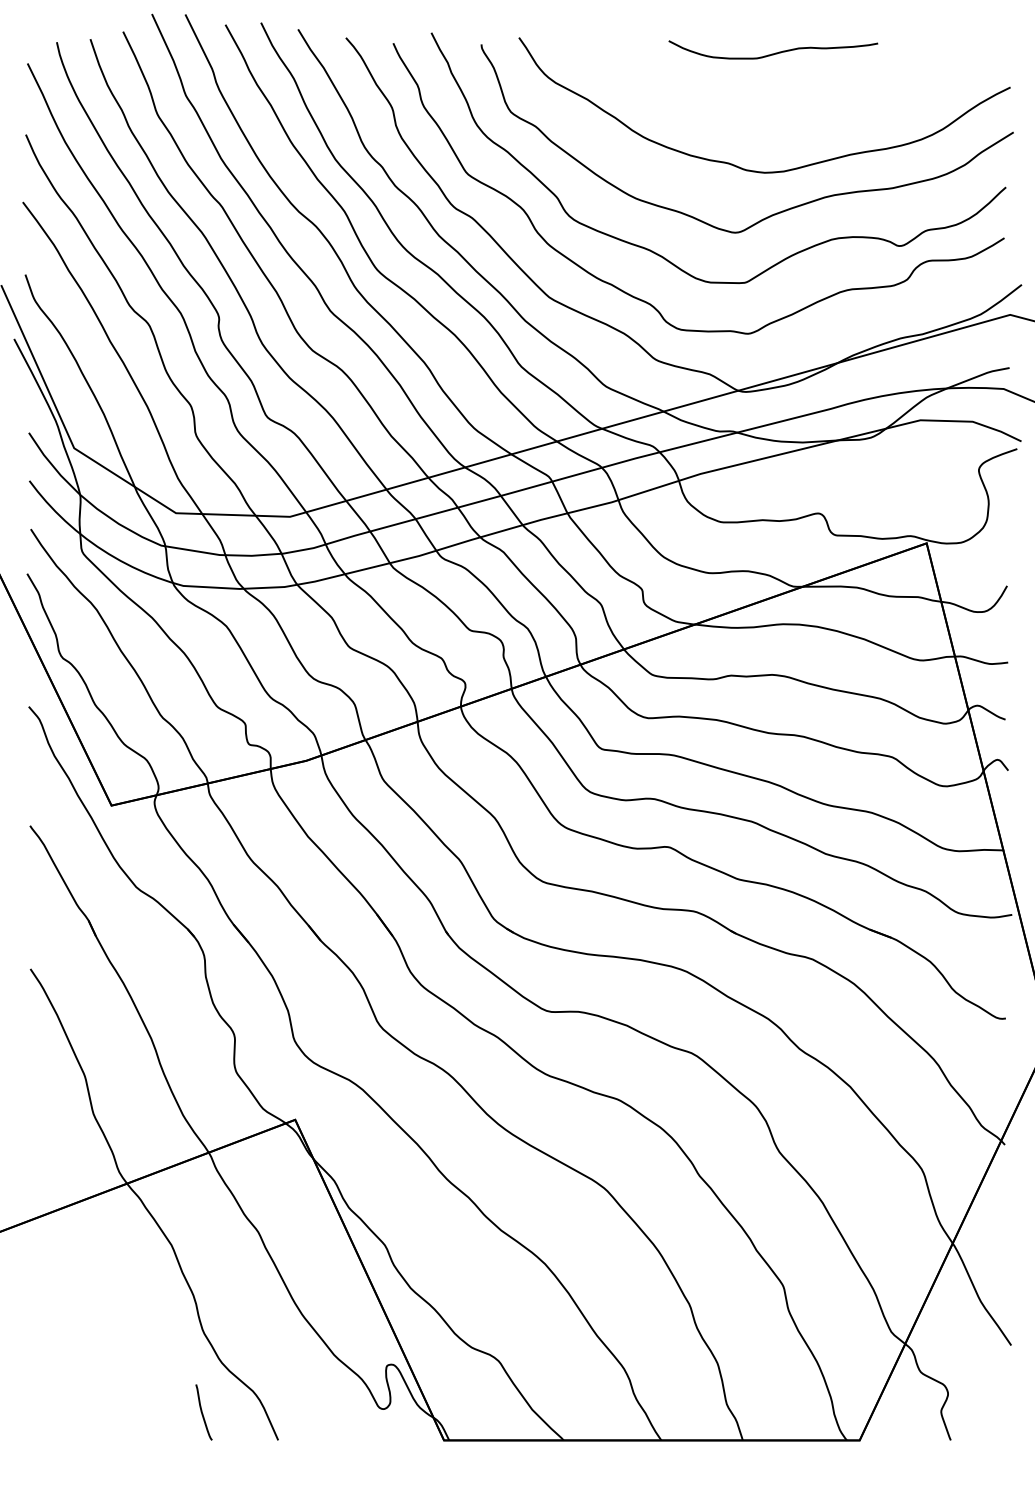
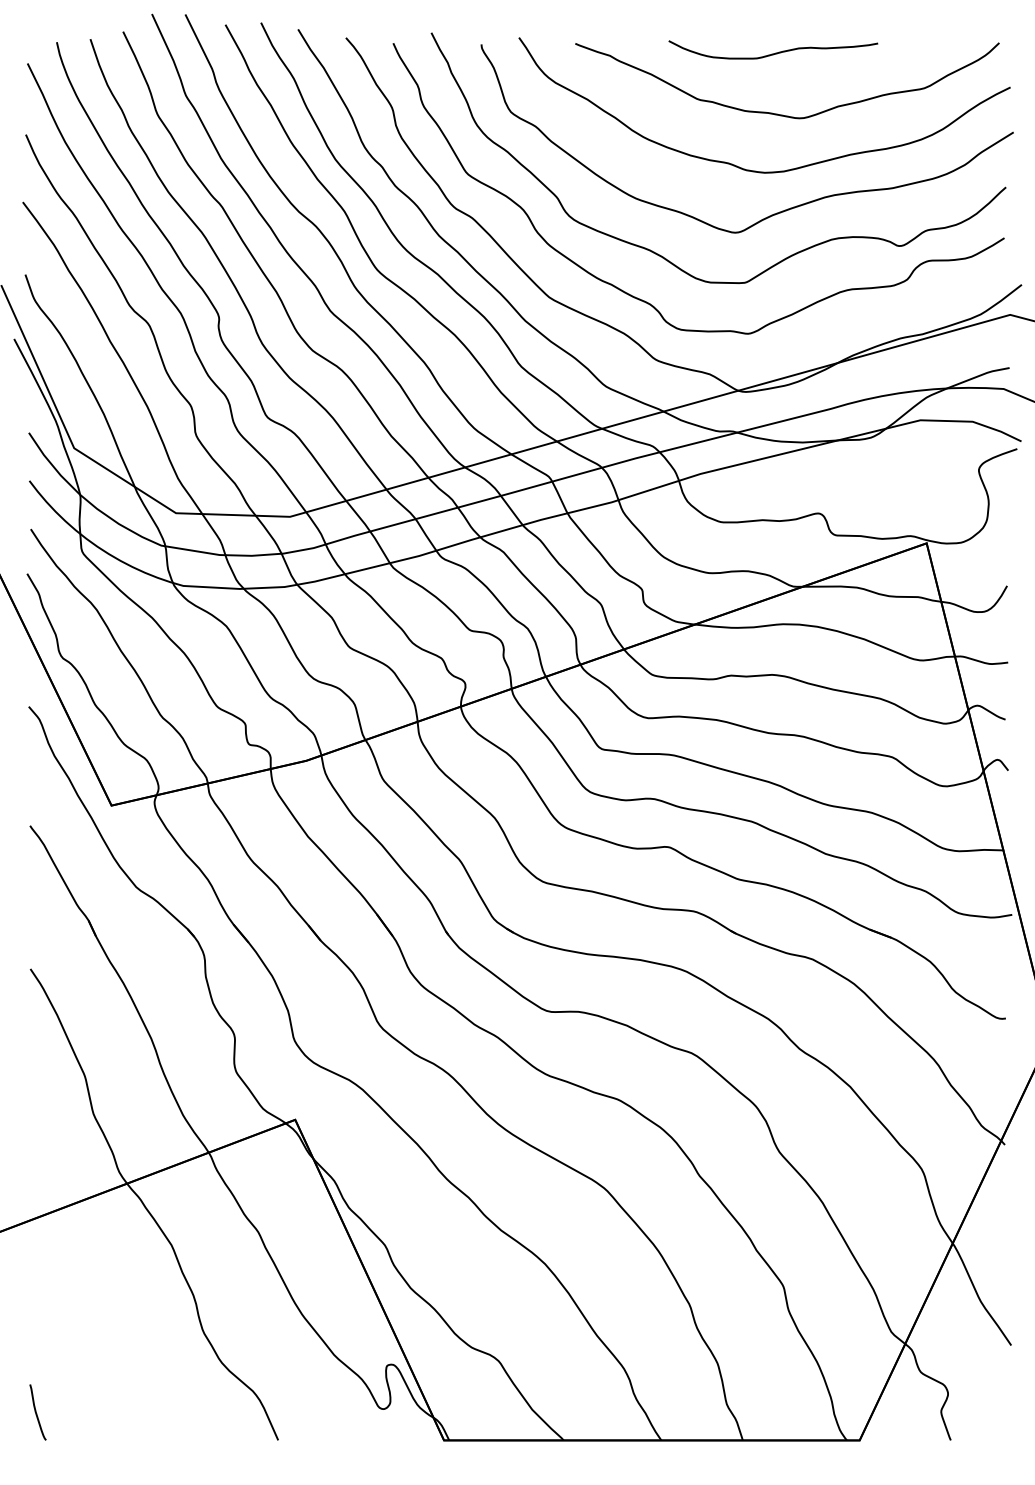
curve at (783, 114): none -> present
curve at (202, 1412) position: (202, 1412) -> (36, 1412)
